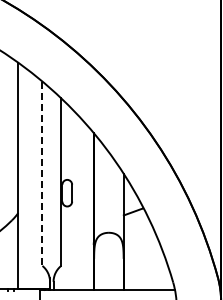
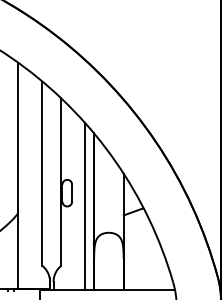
line at (42, 174): dashed -> solid
line at (85, 205): none -> present
